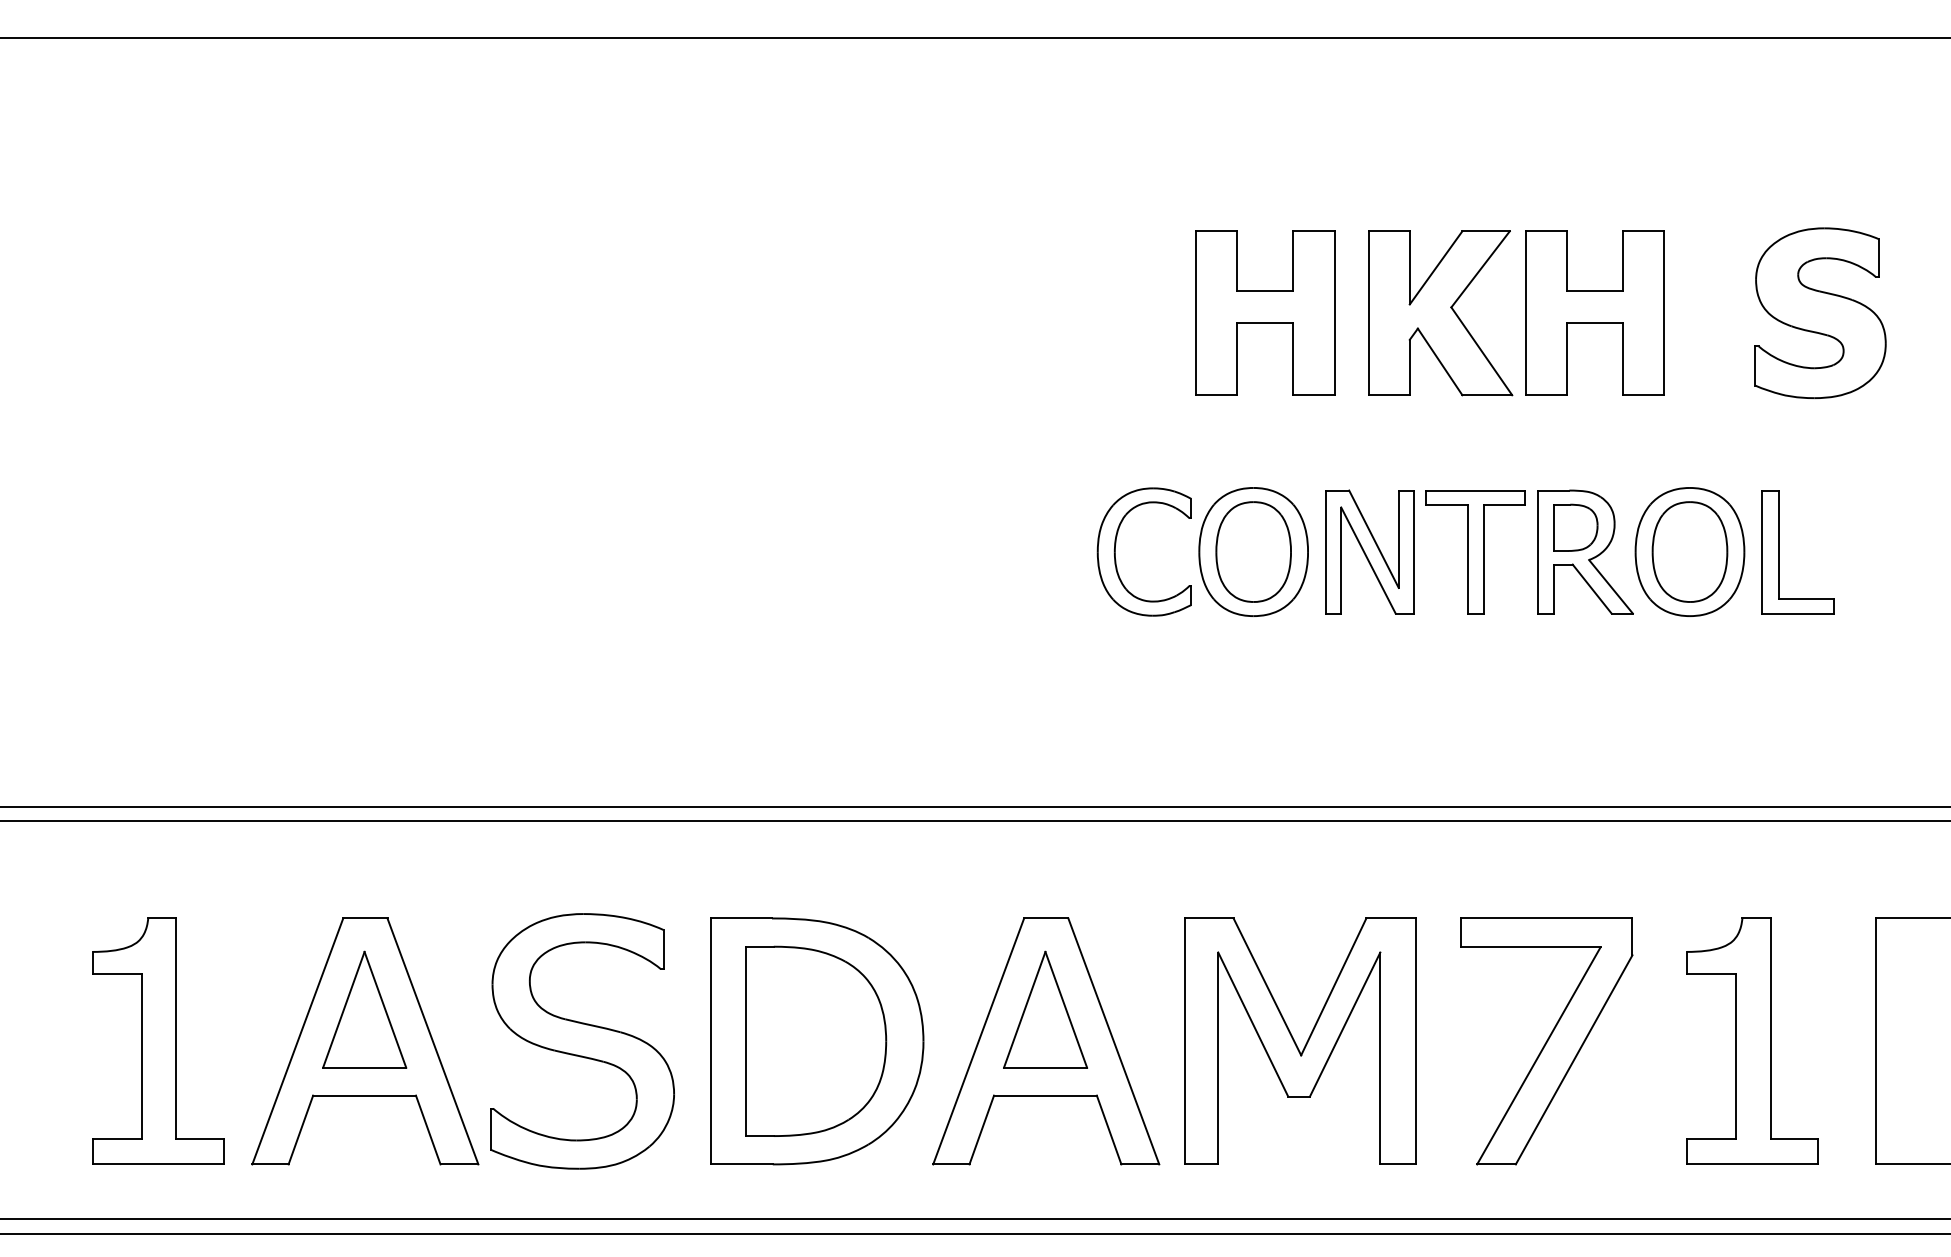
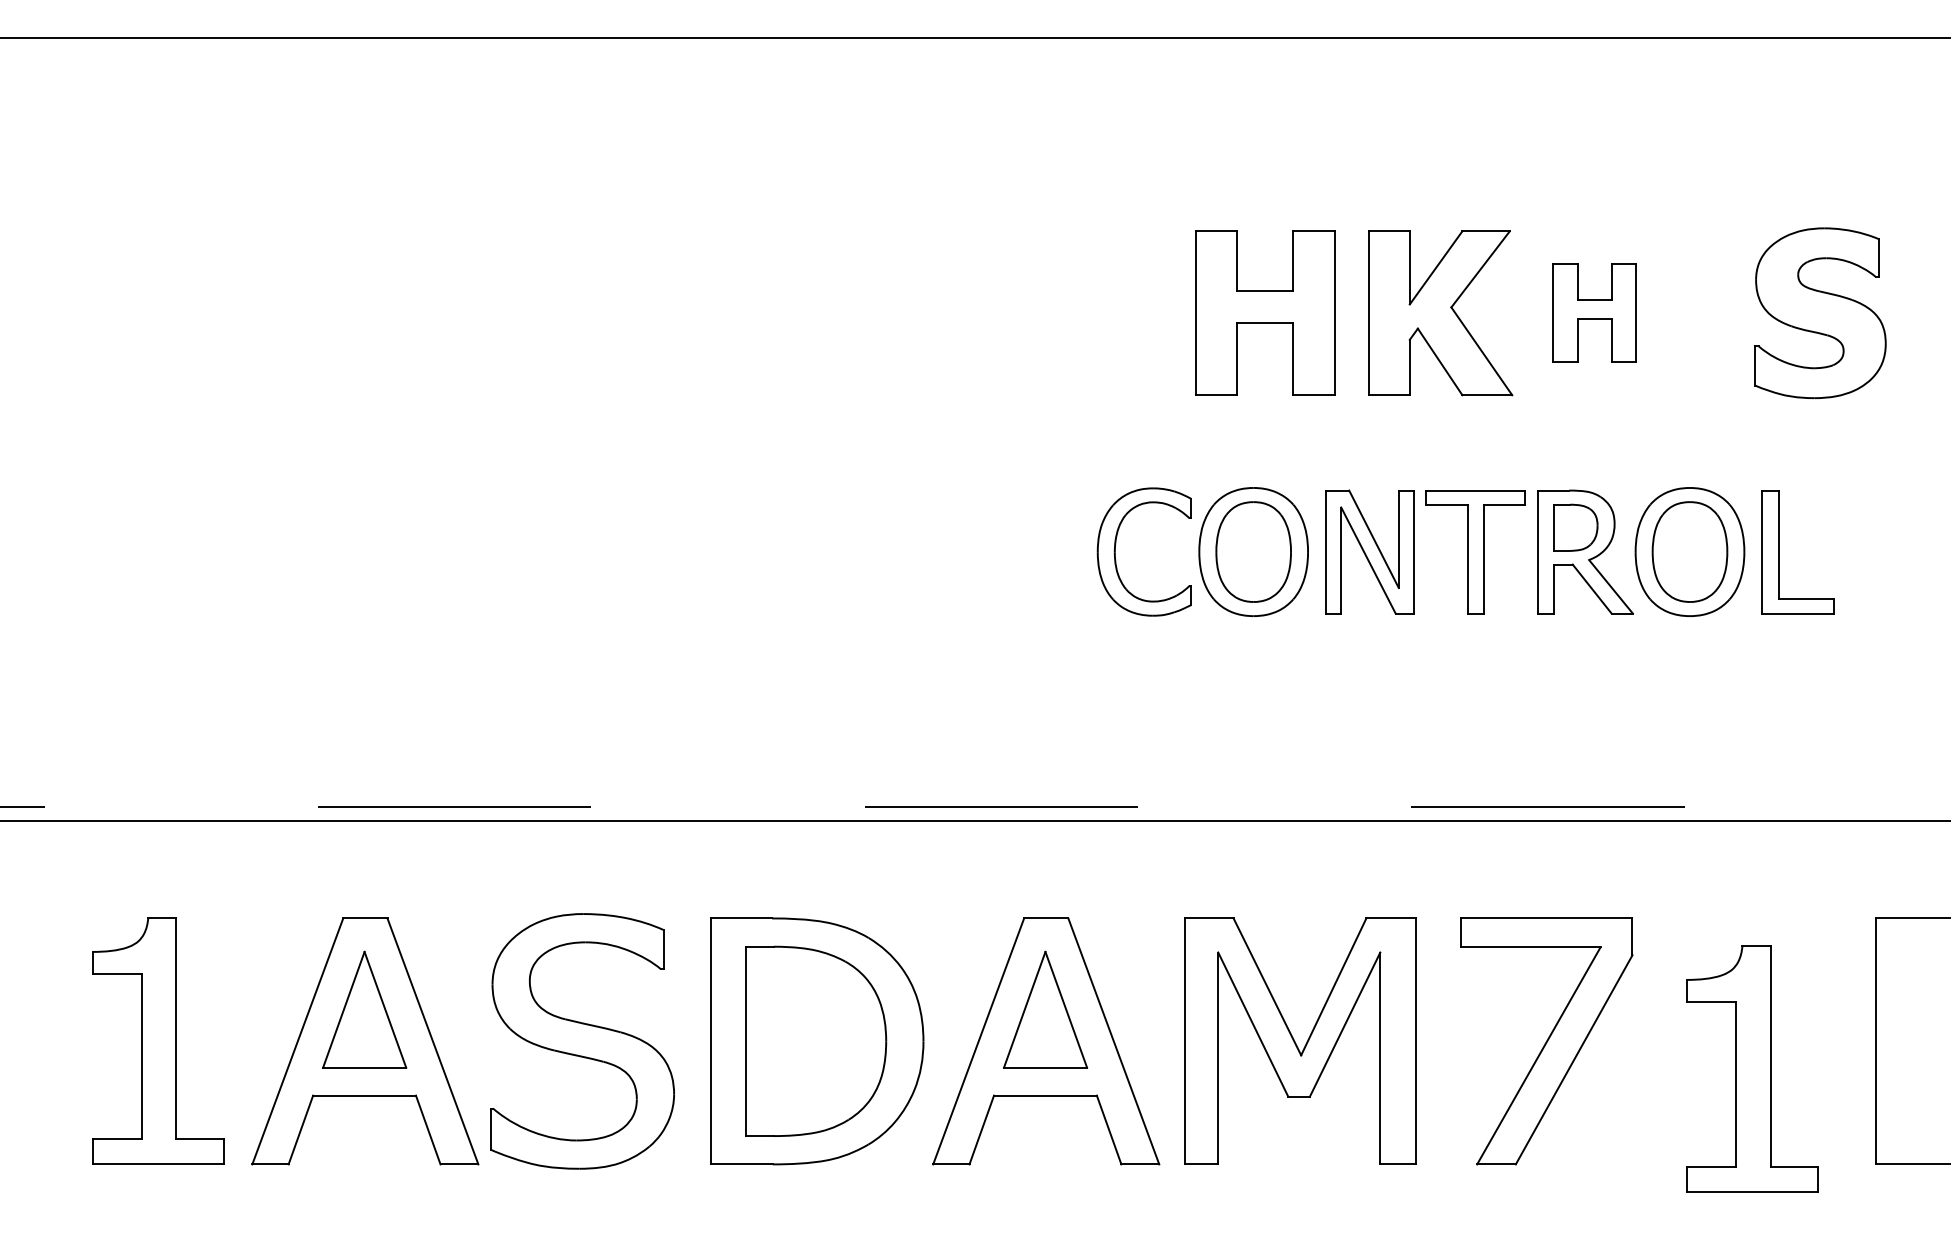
part at (1594, 312) size: 140x166 px -> 85x100 px
line at (975, 806): solid -> dashed
part at (1752, 1040) position: (1752, 1040) -> (1752, 1068)
line at (974, 1219): present -> none
line at (974, 1233): present -> none
